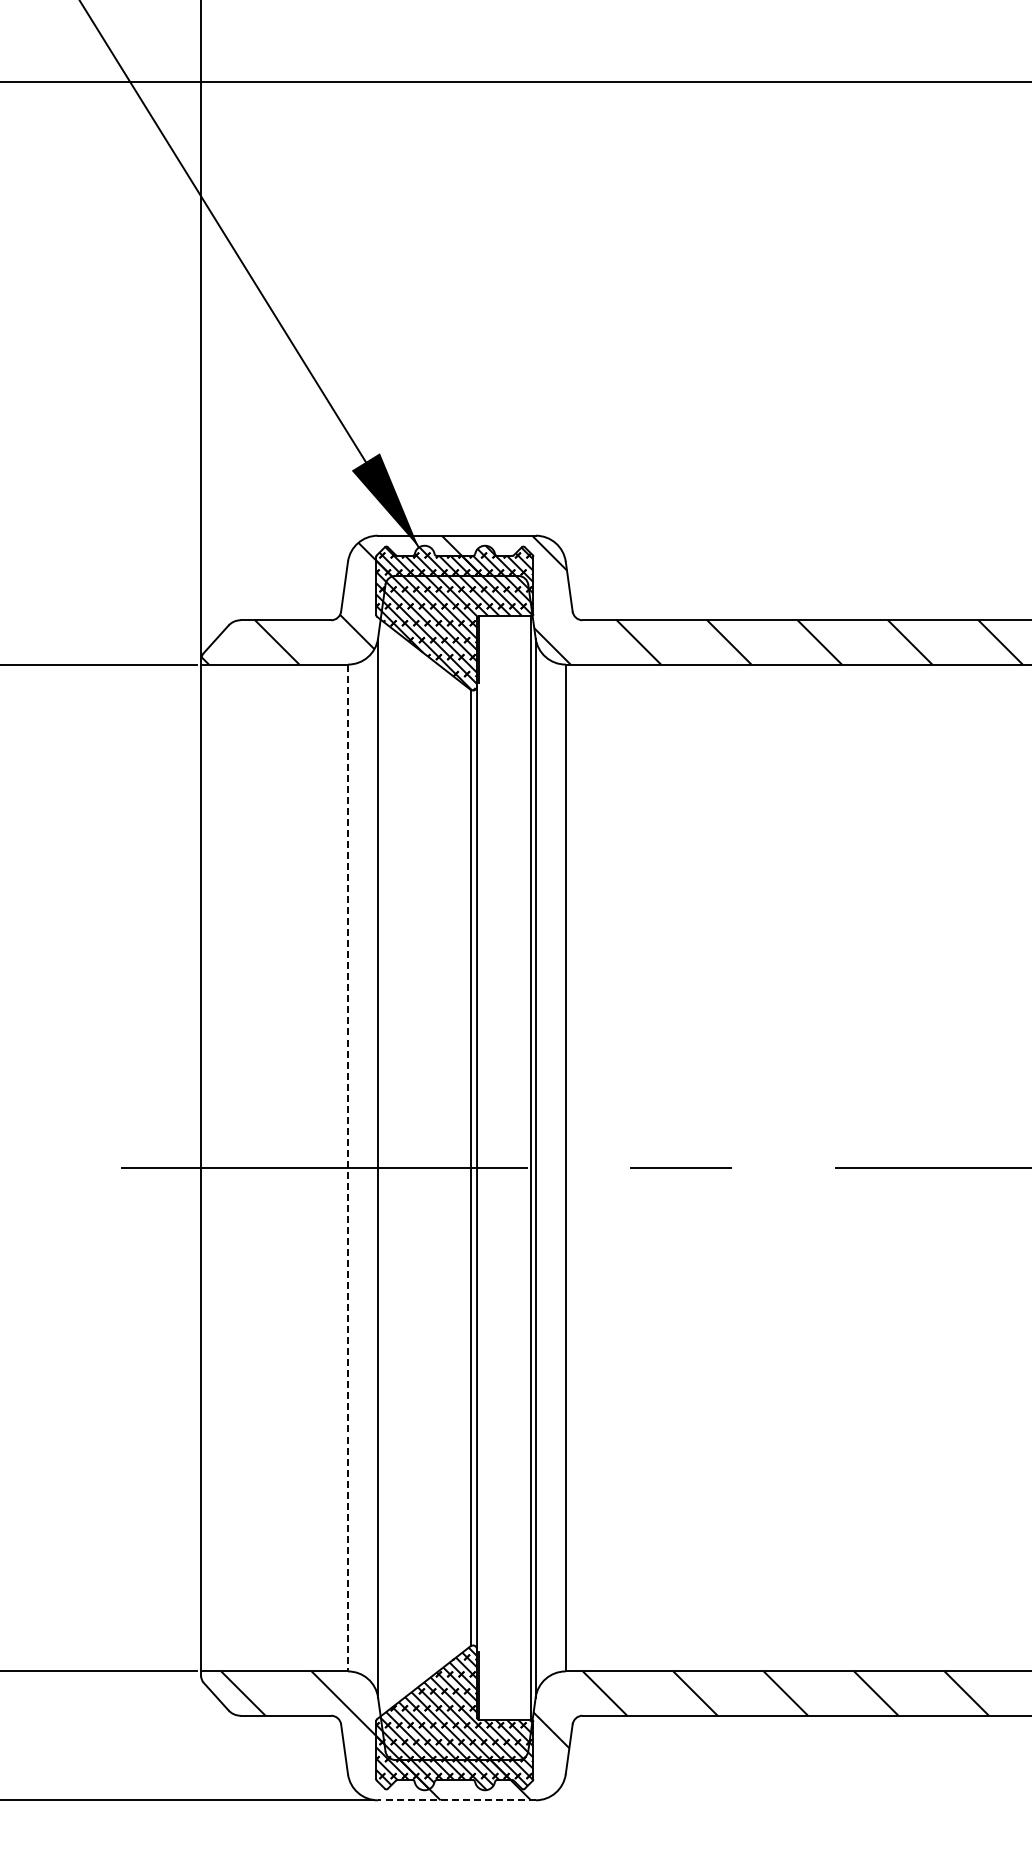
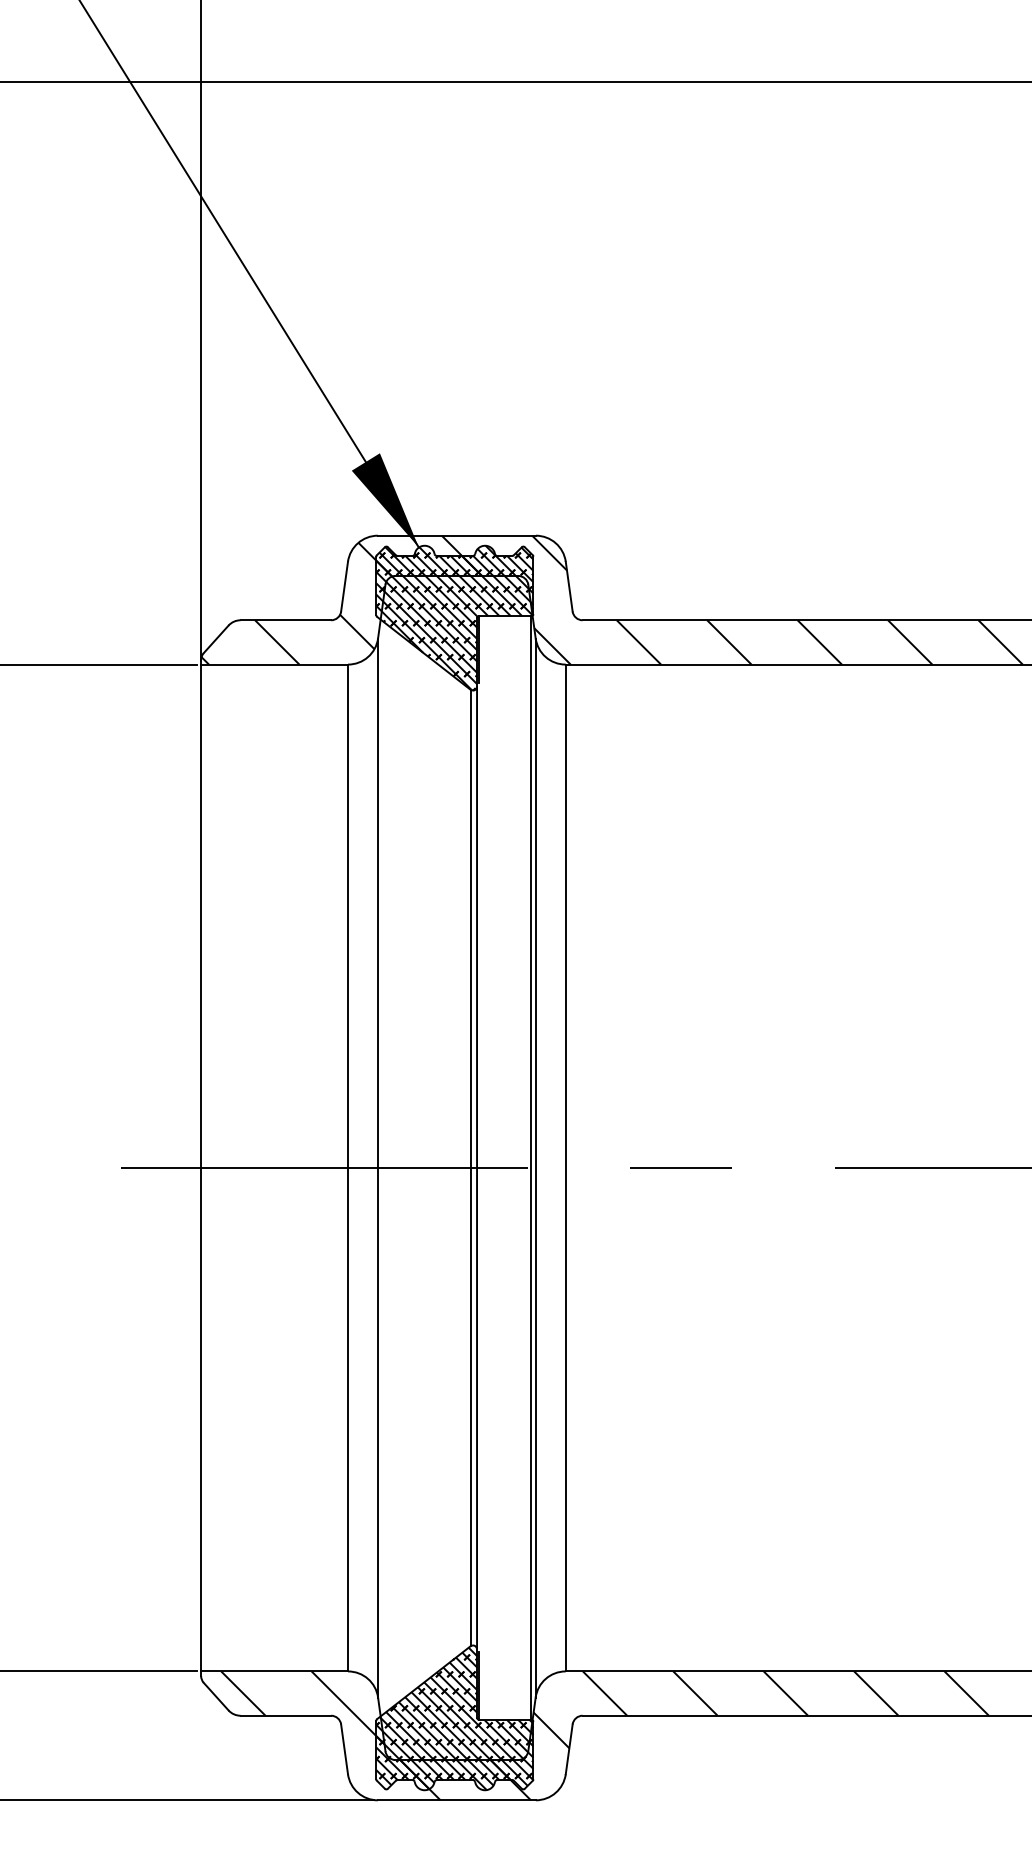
line at (348, 1168): dashed -> solid
line at (456, 1800): dashed -> solid
